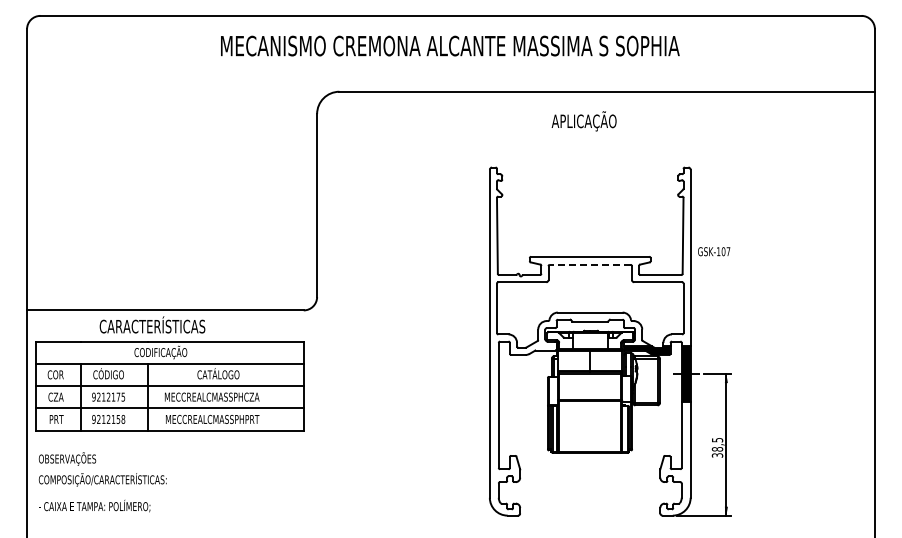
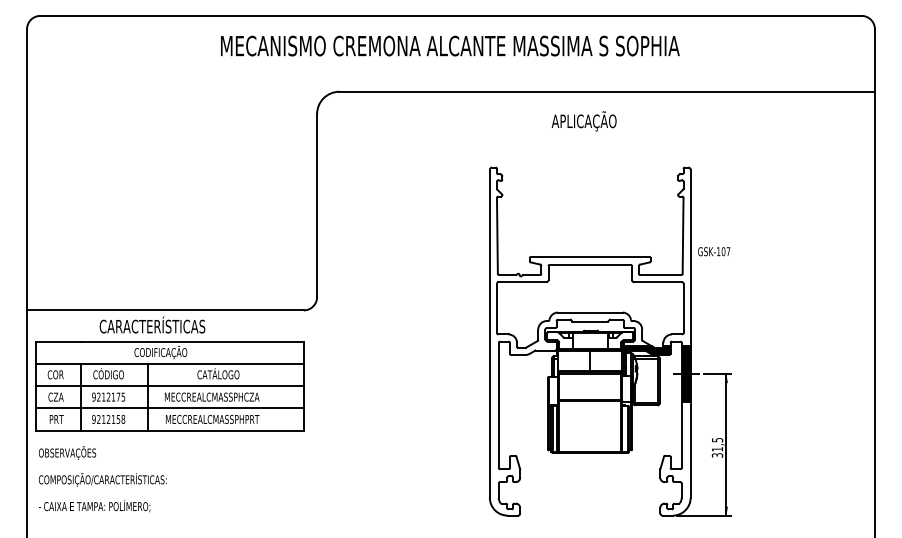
line at (589, 264): dashed -> solid
text at (717, 449): 38,5 -> 31,5
text at (67, 458) position: (67, 458) -> (67, 452)
